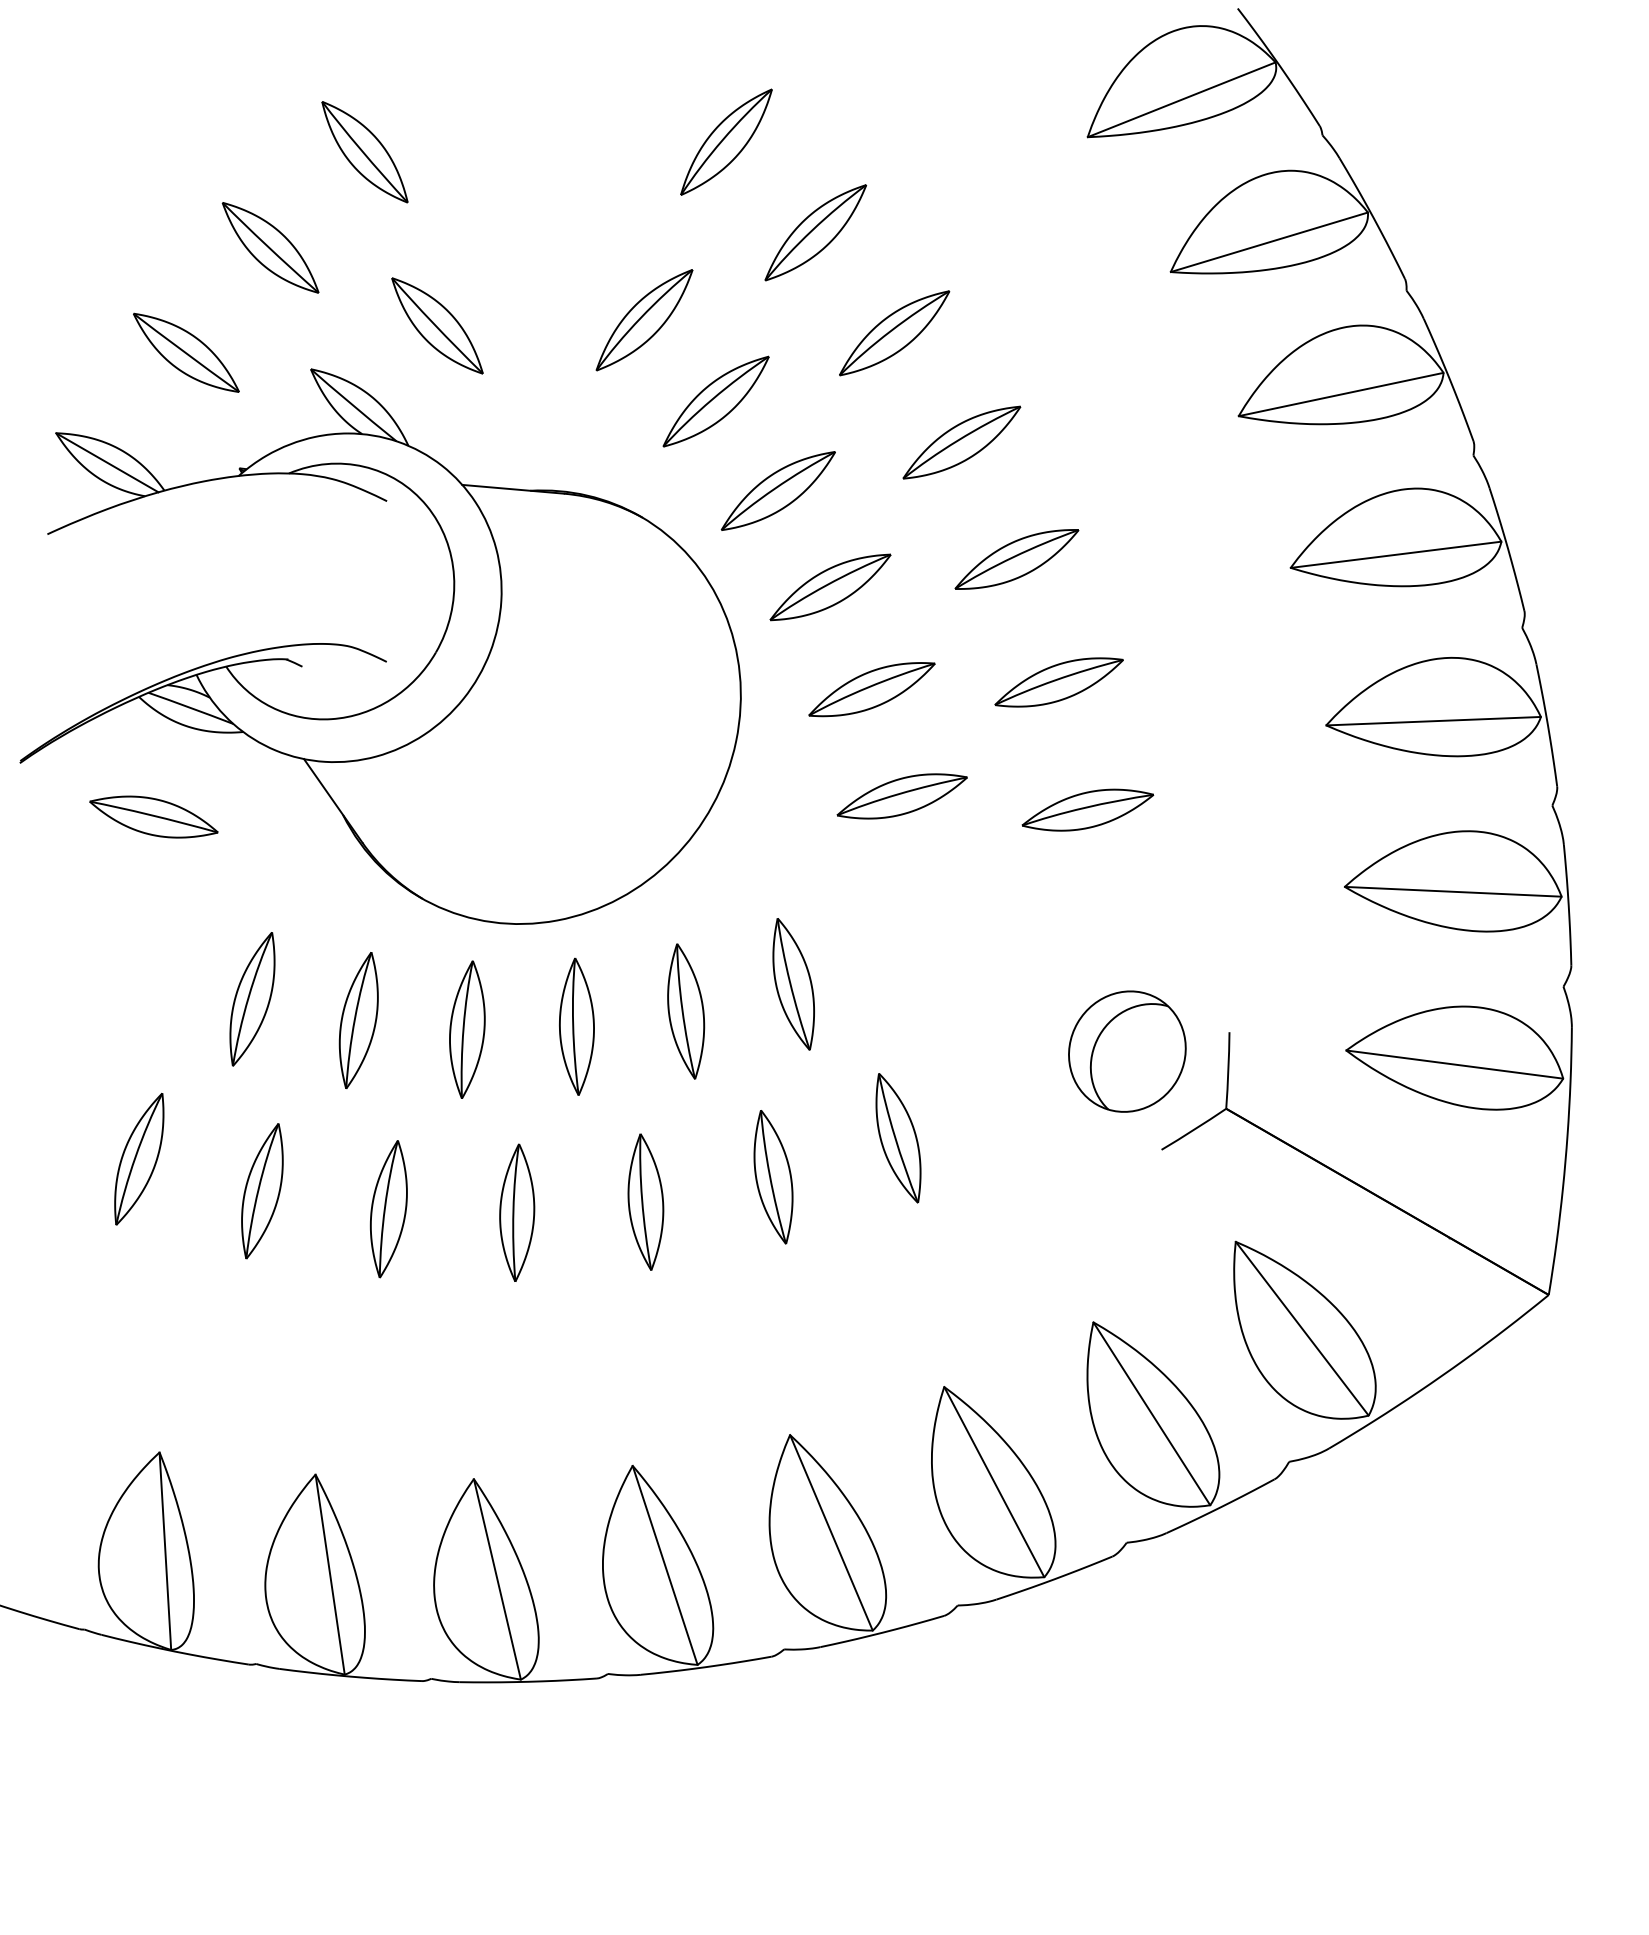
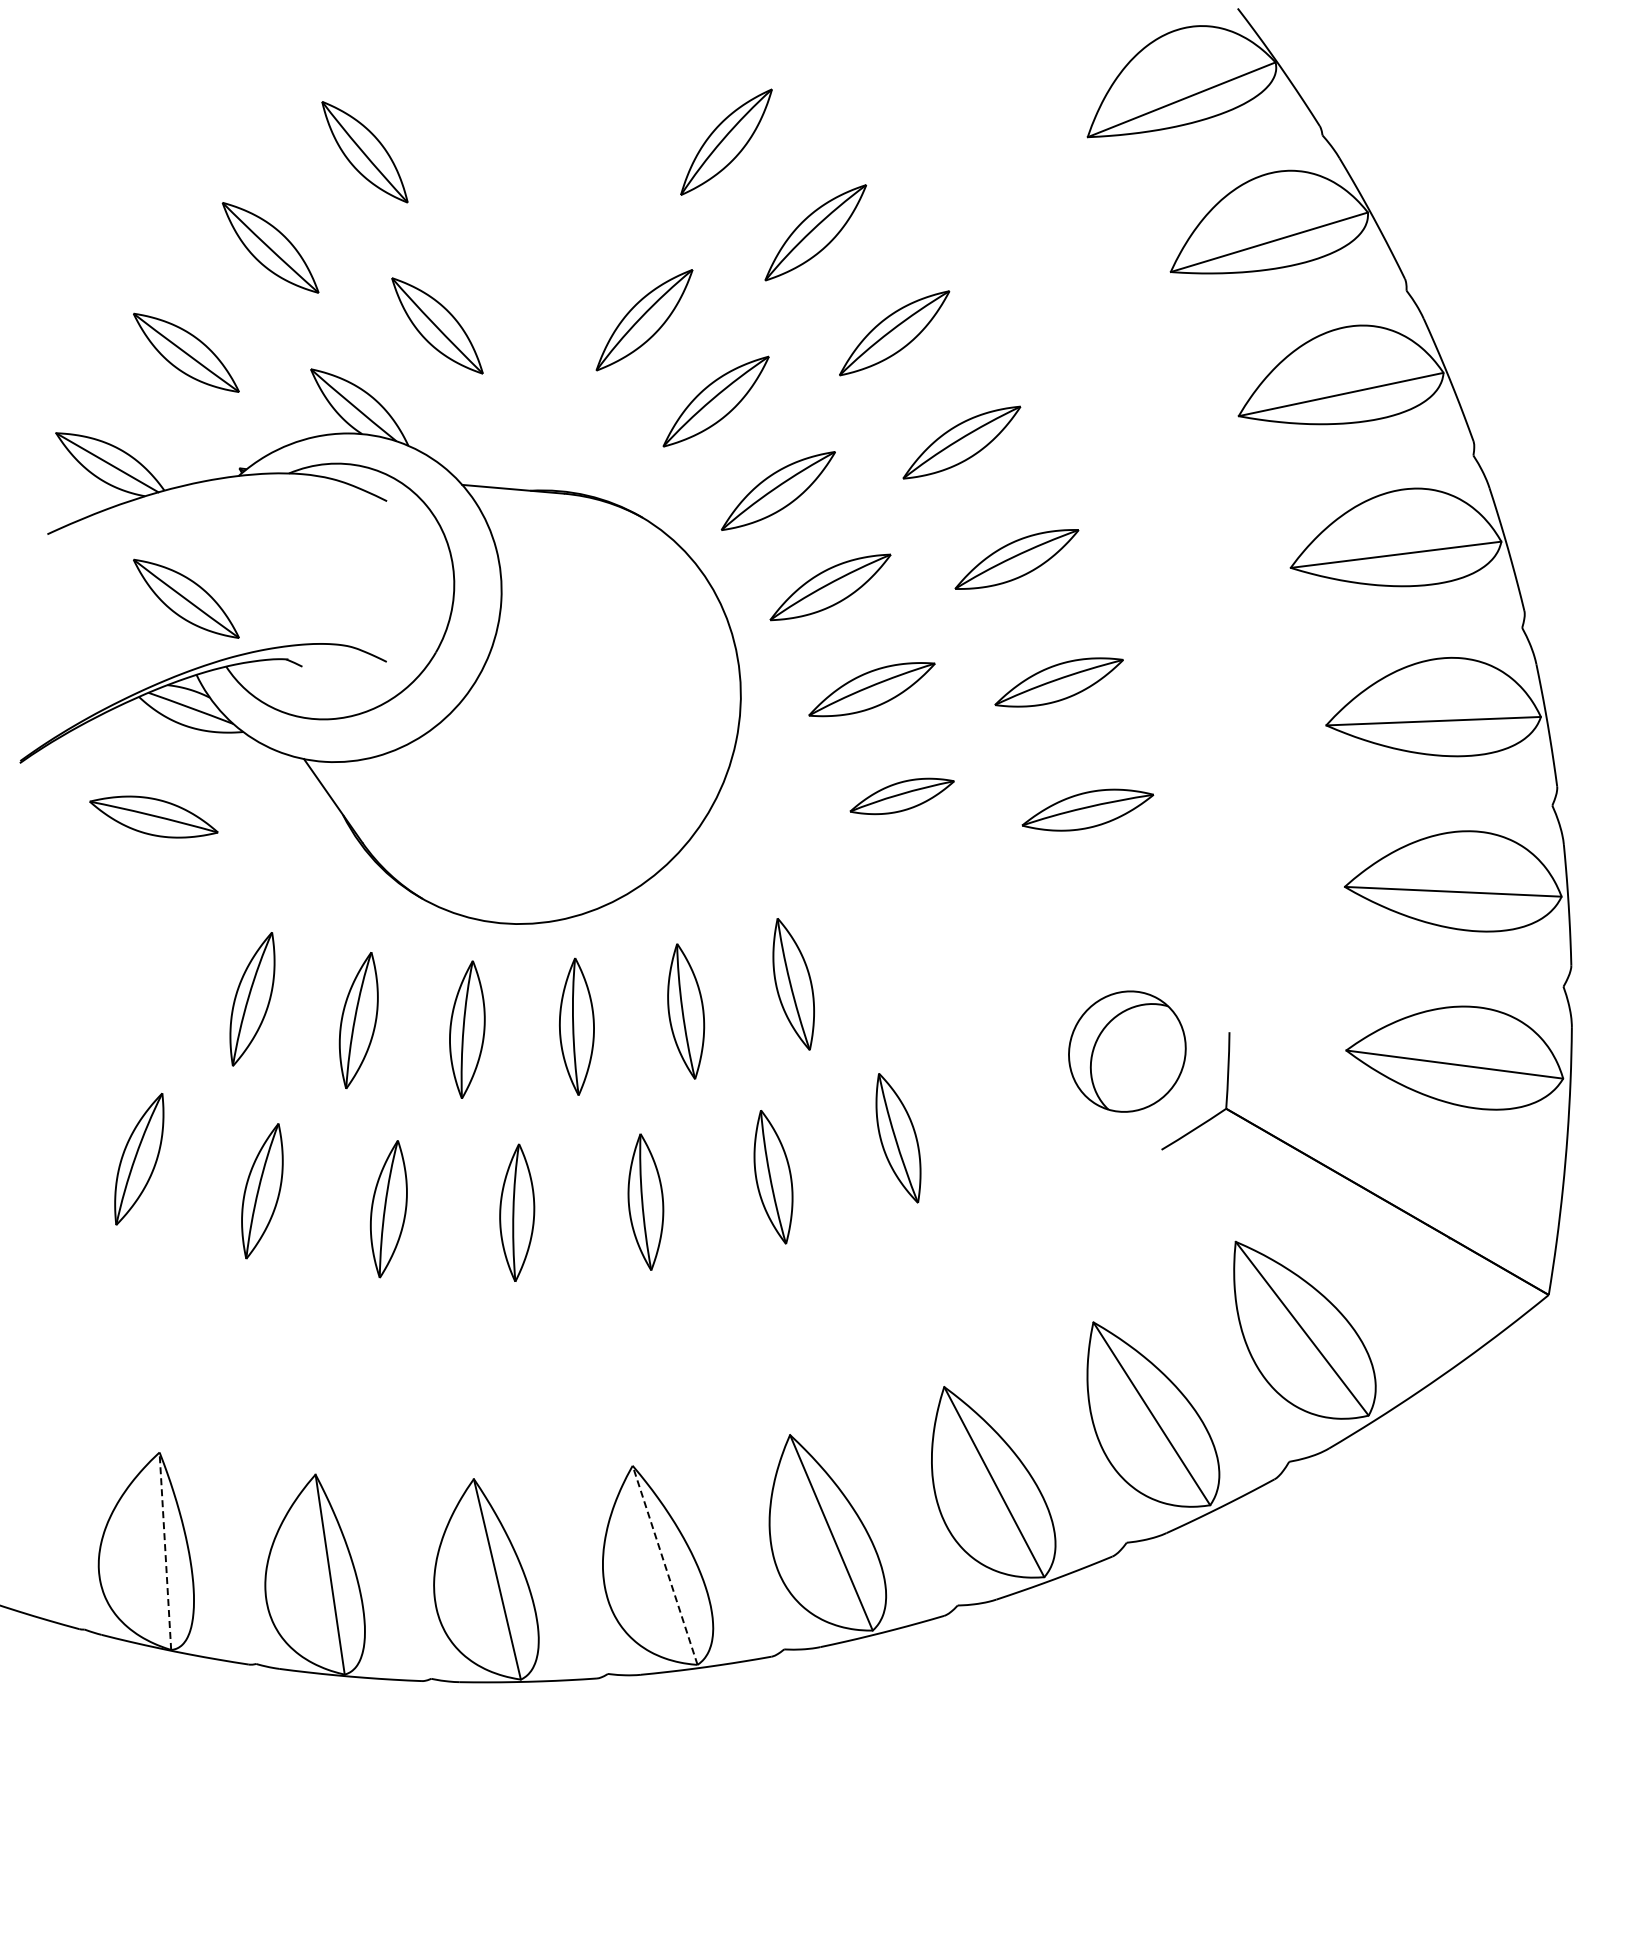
part at (186, 598): none -> present
part at (901, 796) size: 132x47 px -> 106x39 px
line at (165, 1551): solid -> dashed
line at (665, 1565): solid -> dashed
